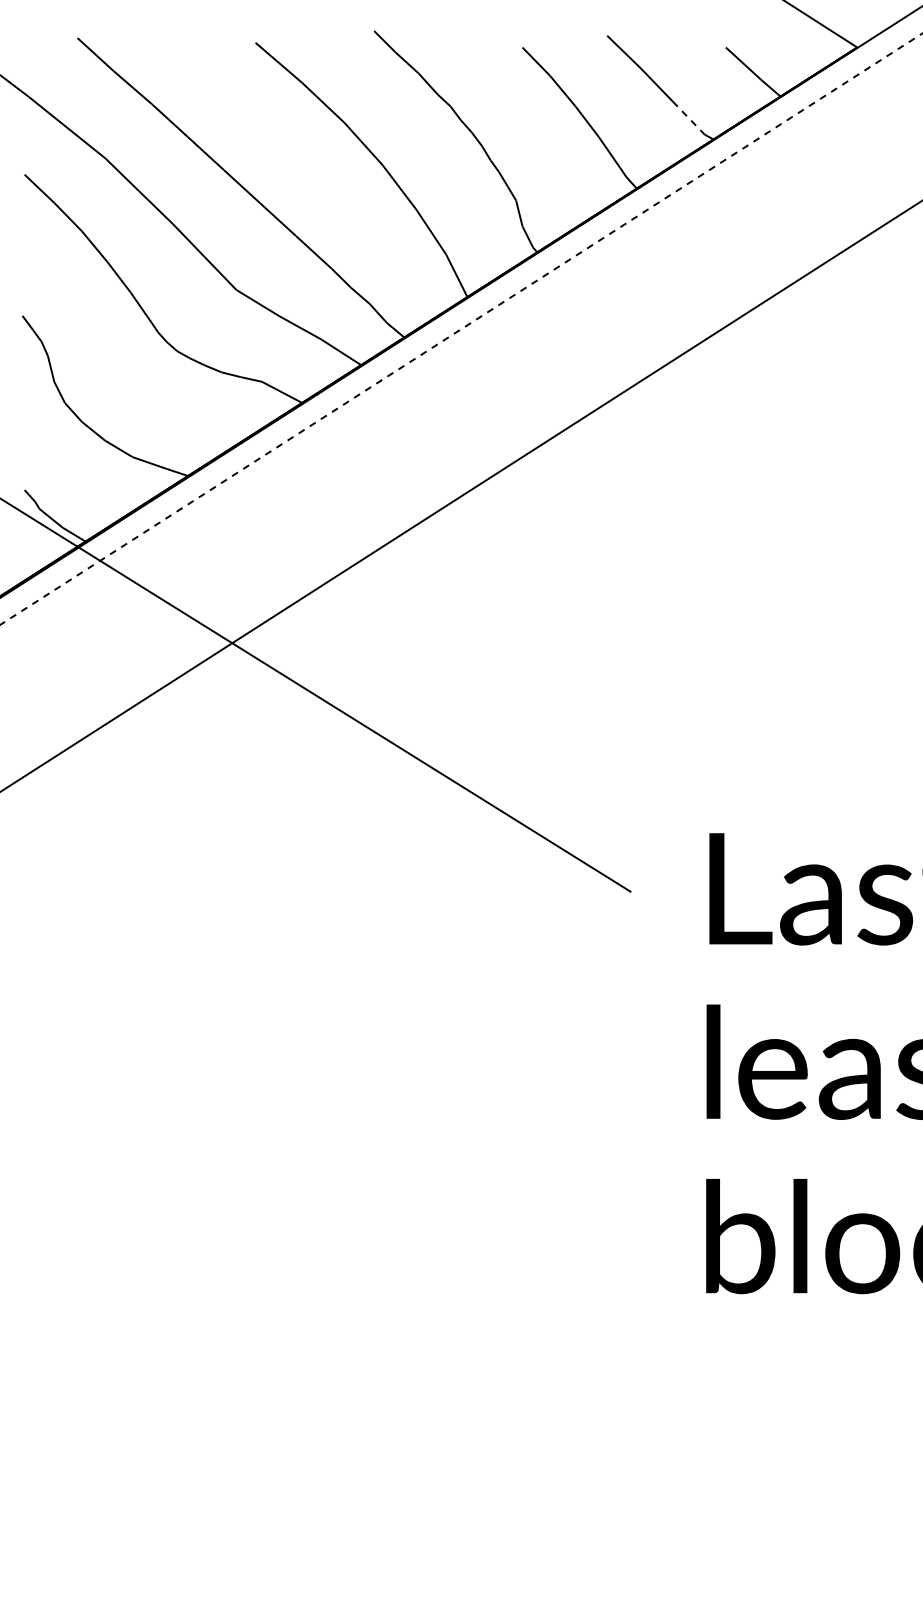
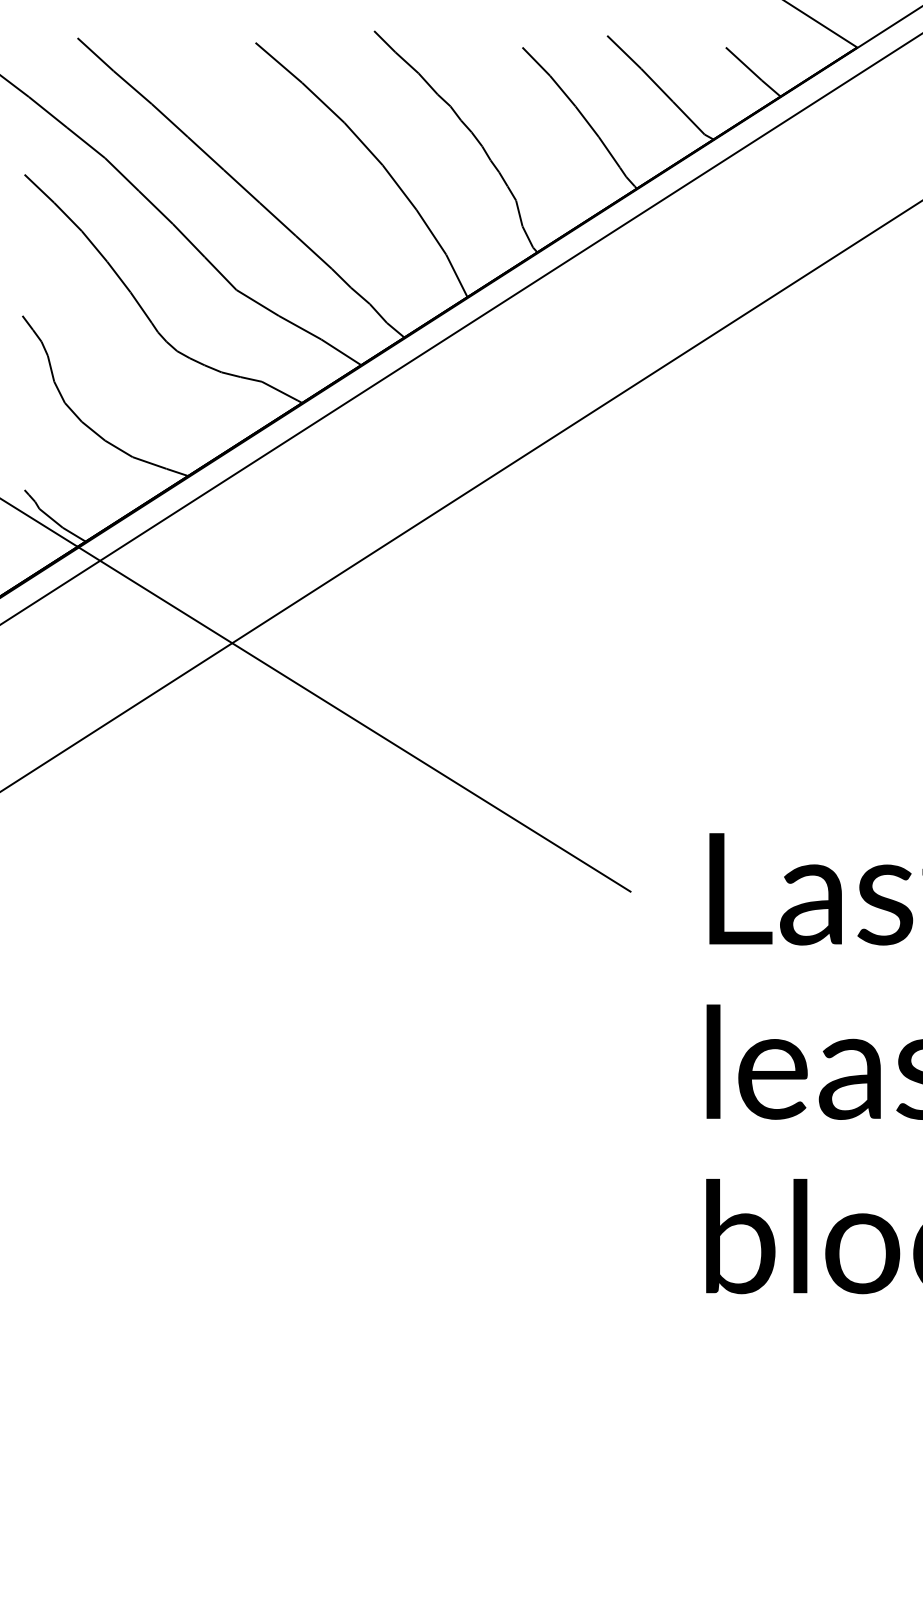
line at (688, 118): dashed -> solid
line at (461, 329): dashed -> solid
